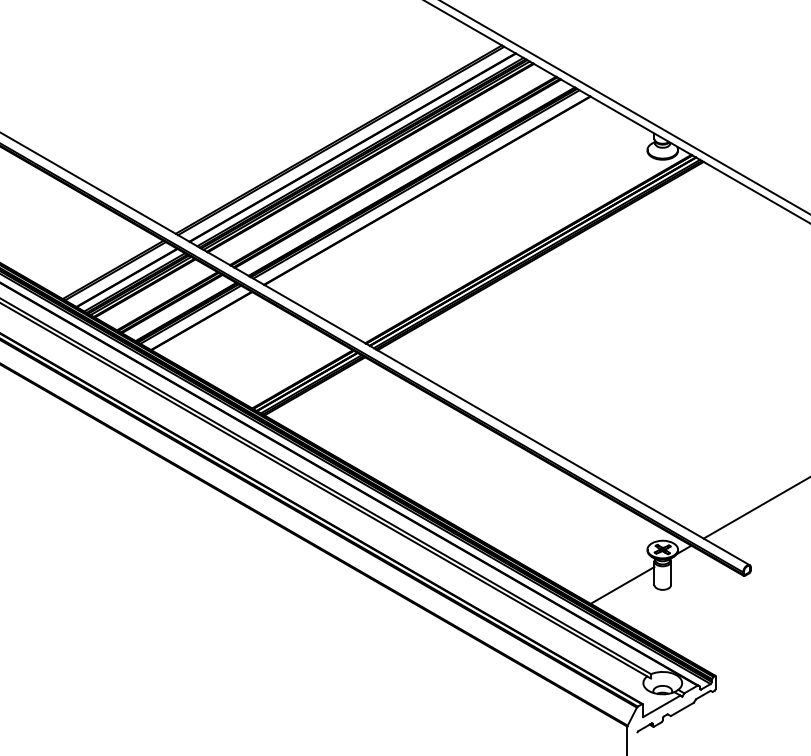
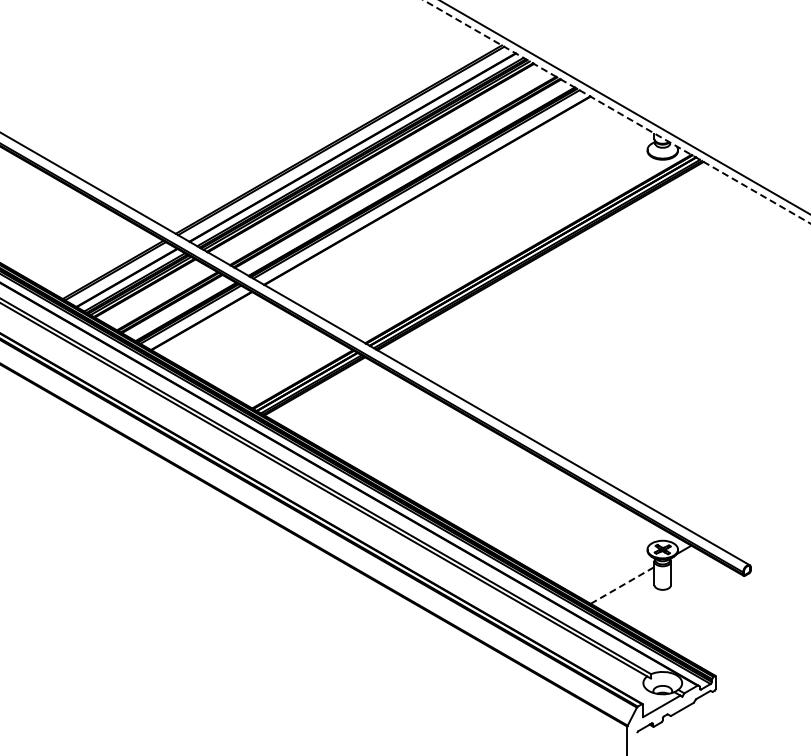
line at (617, 112): solid -> dashed
line at (755, 508): present -> none
line at (622, 585): solid -> dashed
